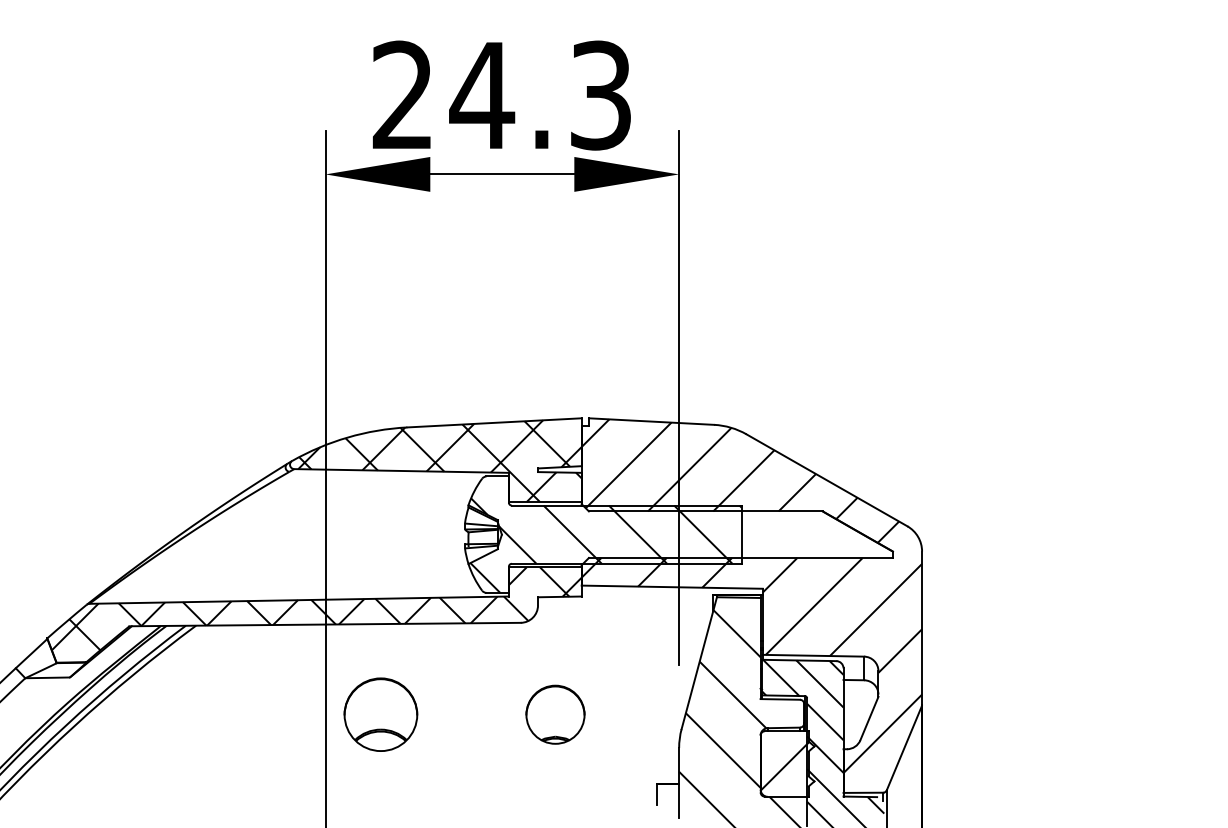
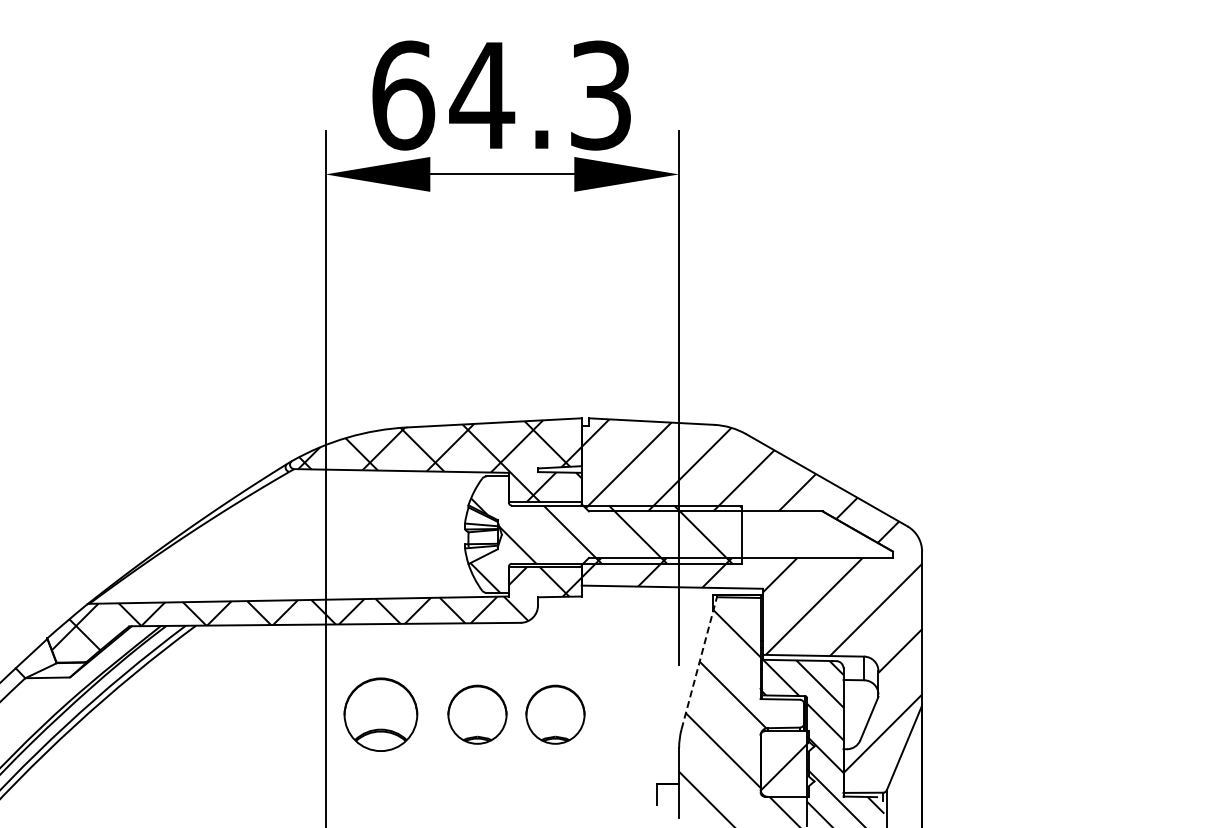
text at (403, 95): 24.3 -> 64.3
line at (699, 662): solid -> dashed
part at (477, 714): none -> present
